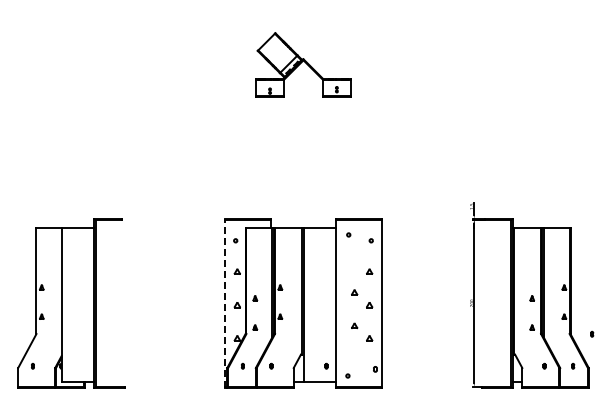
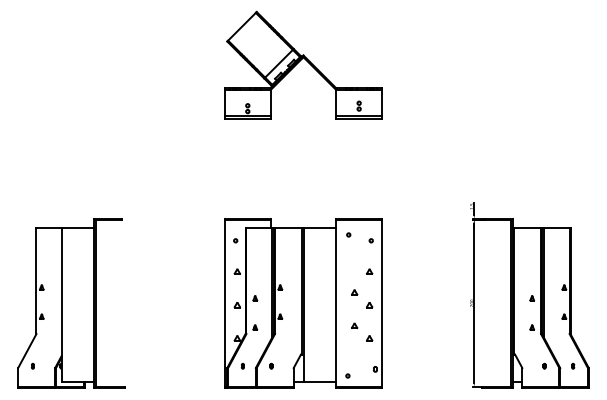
part at (303, 64) size: 97x66 px -> 159x110 px
line at (224, 303): dashed -> solid
part at (592, 333): present -> none
part at (326, 365): present -> none
